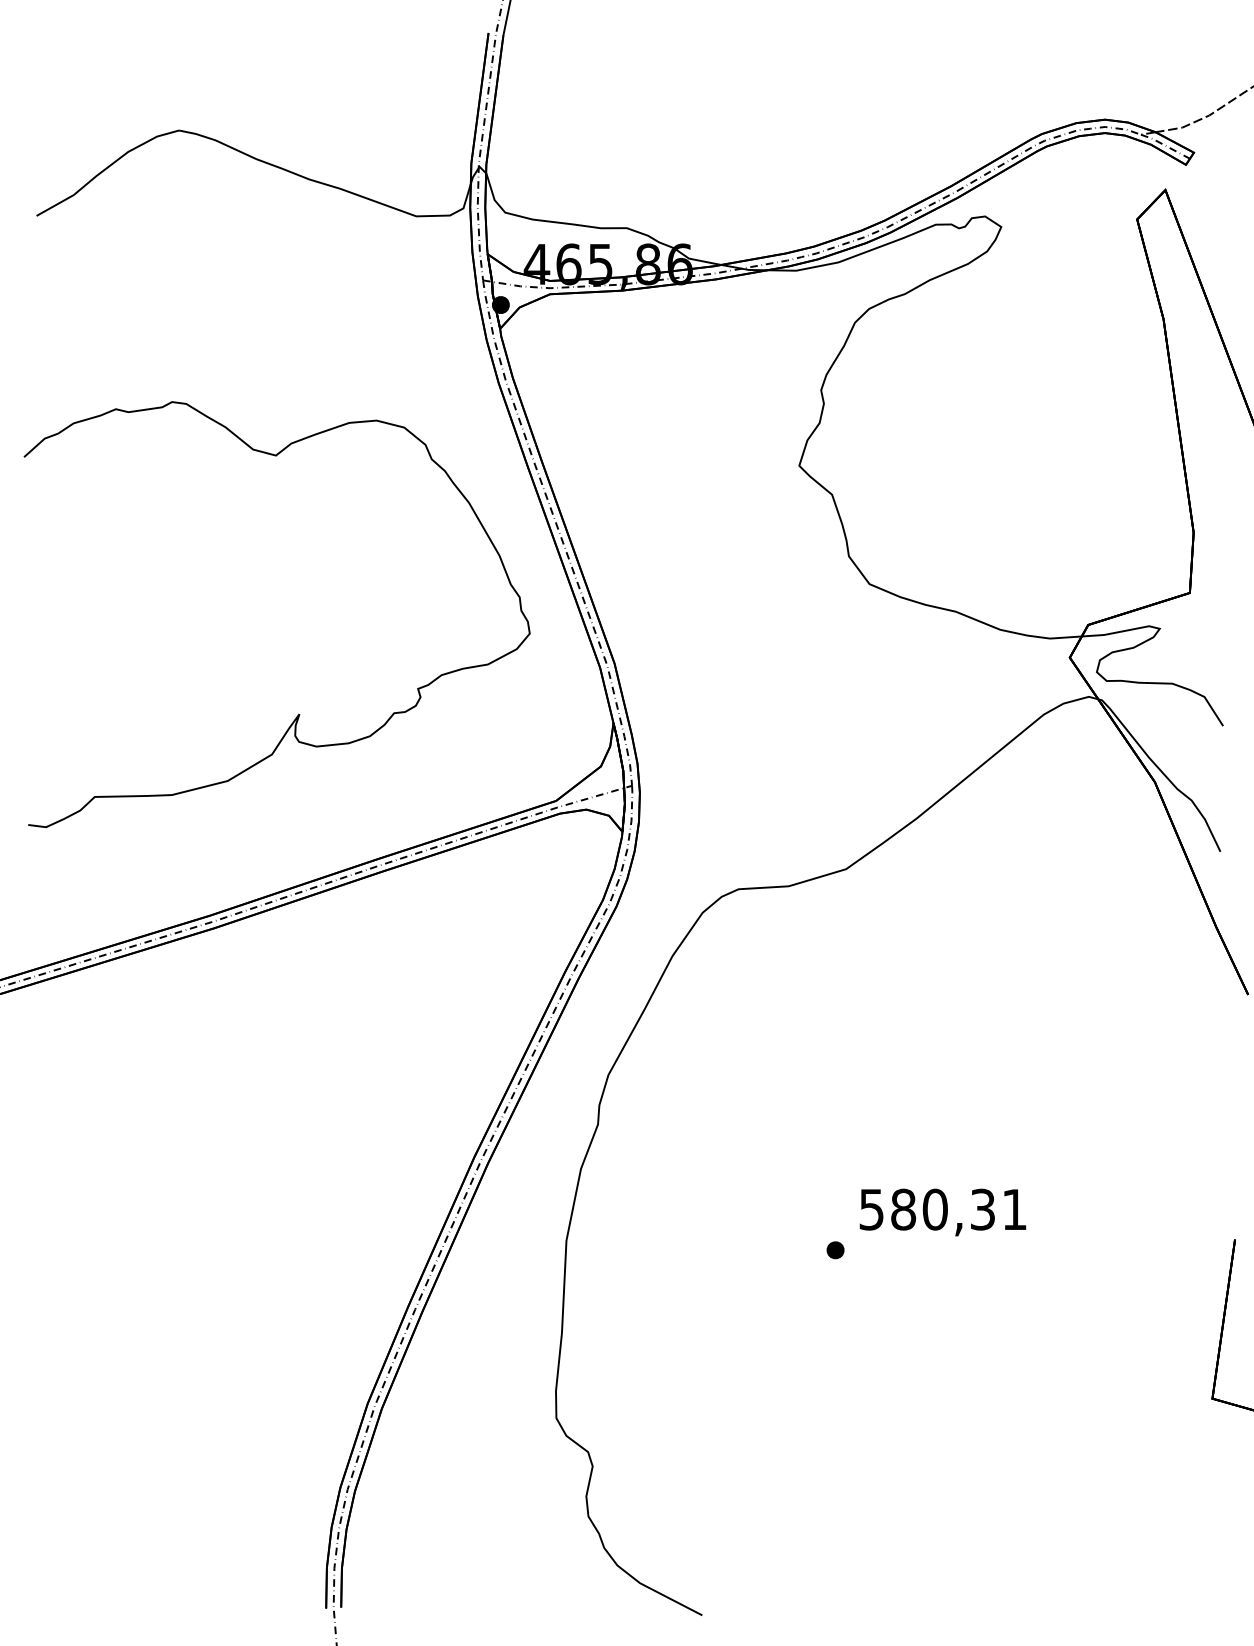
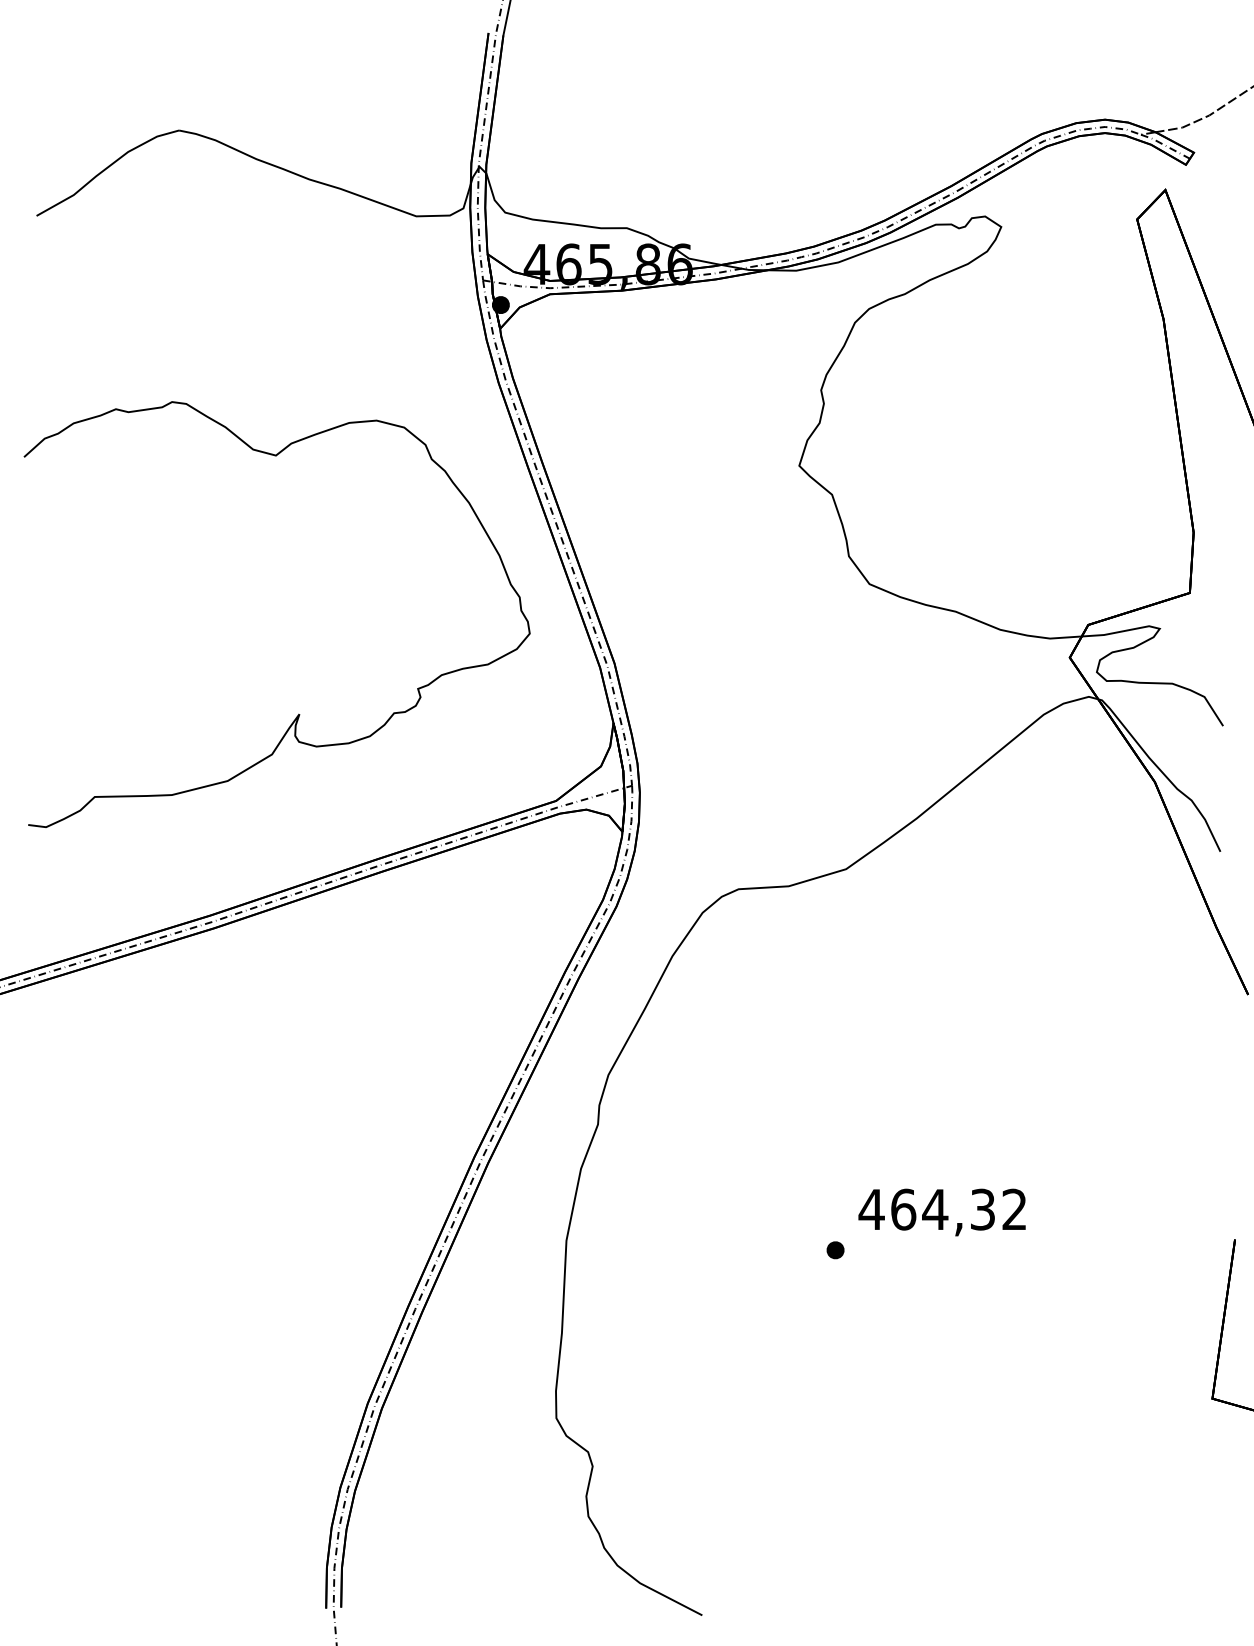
text at (942, 1209): 580,31 -> 464,32
